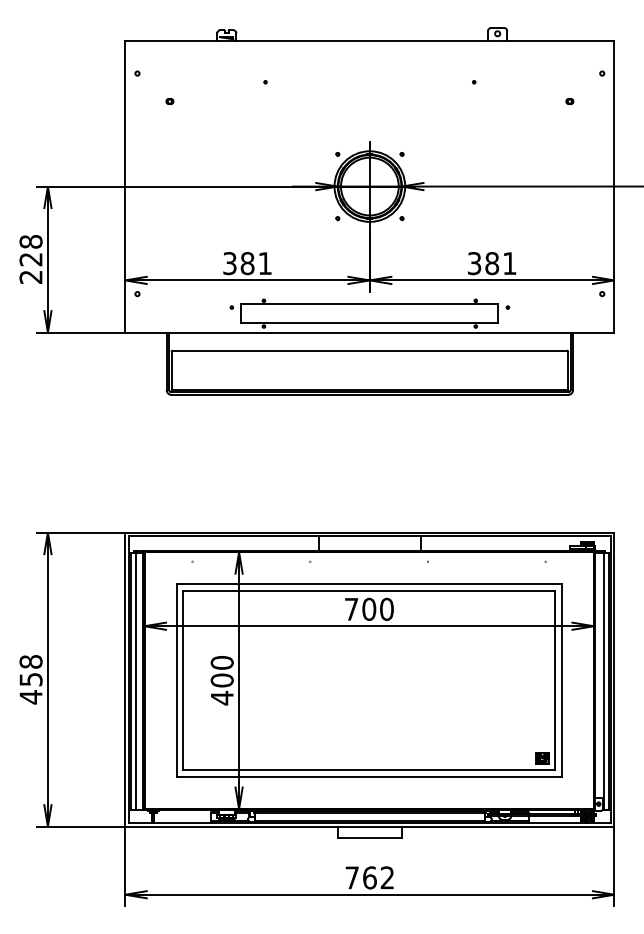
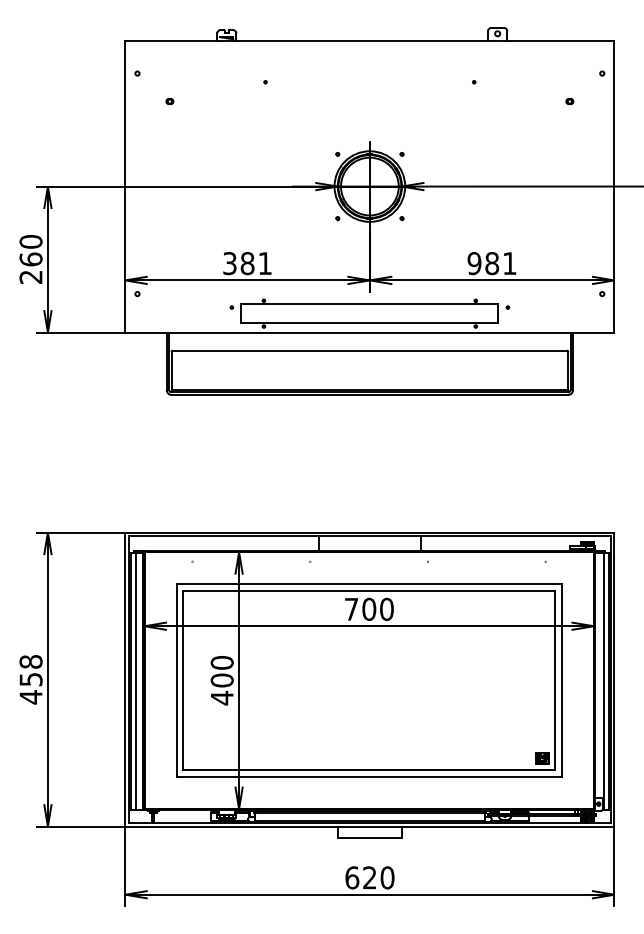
text at (30, 250): 228 -> 260
text at (474, 263): 381 -> 981
text at (369, 877): 762 -> 620
